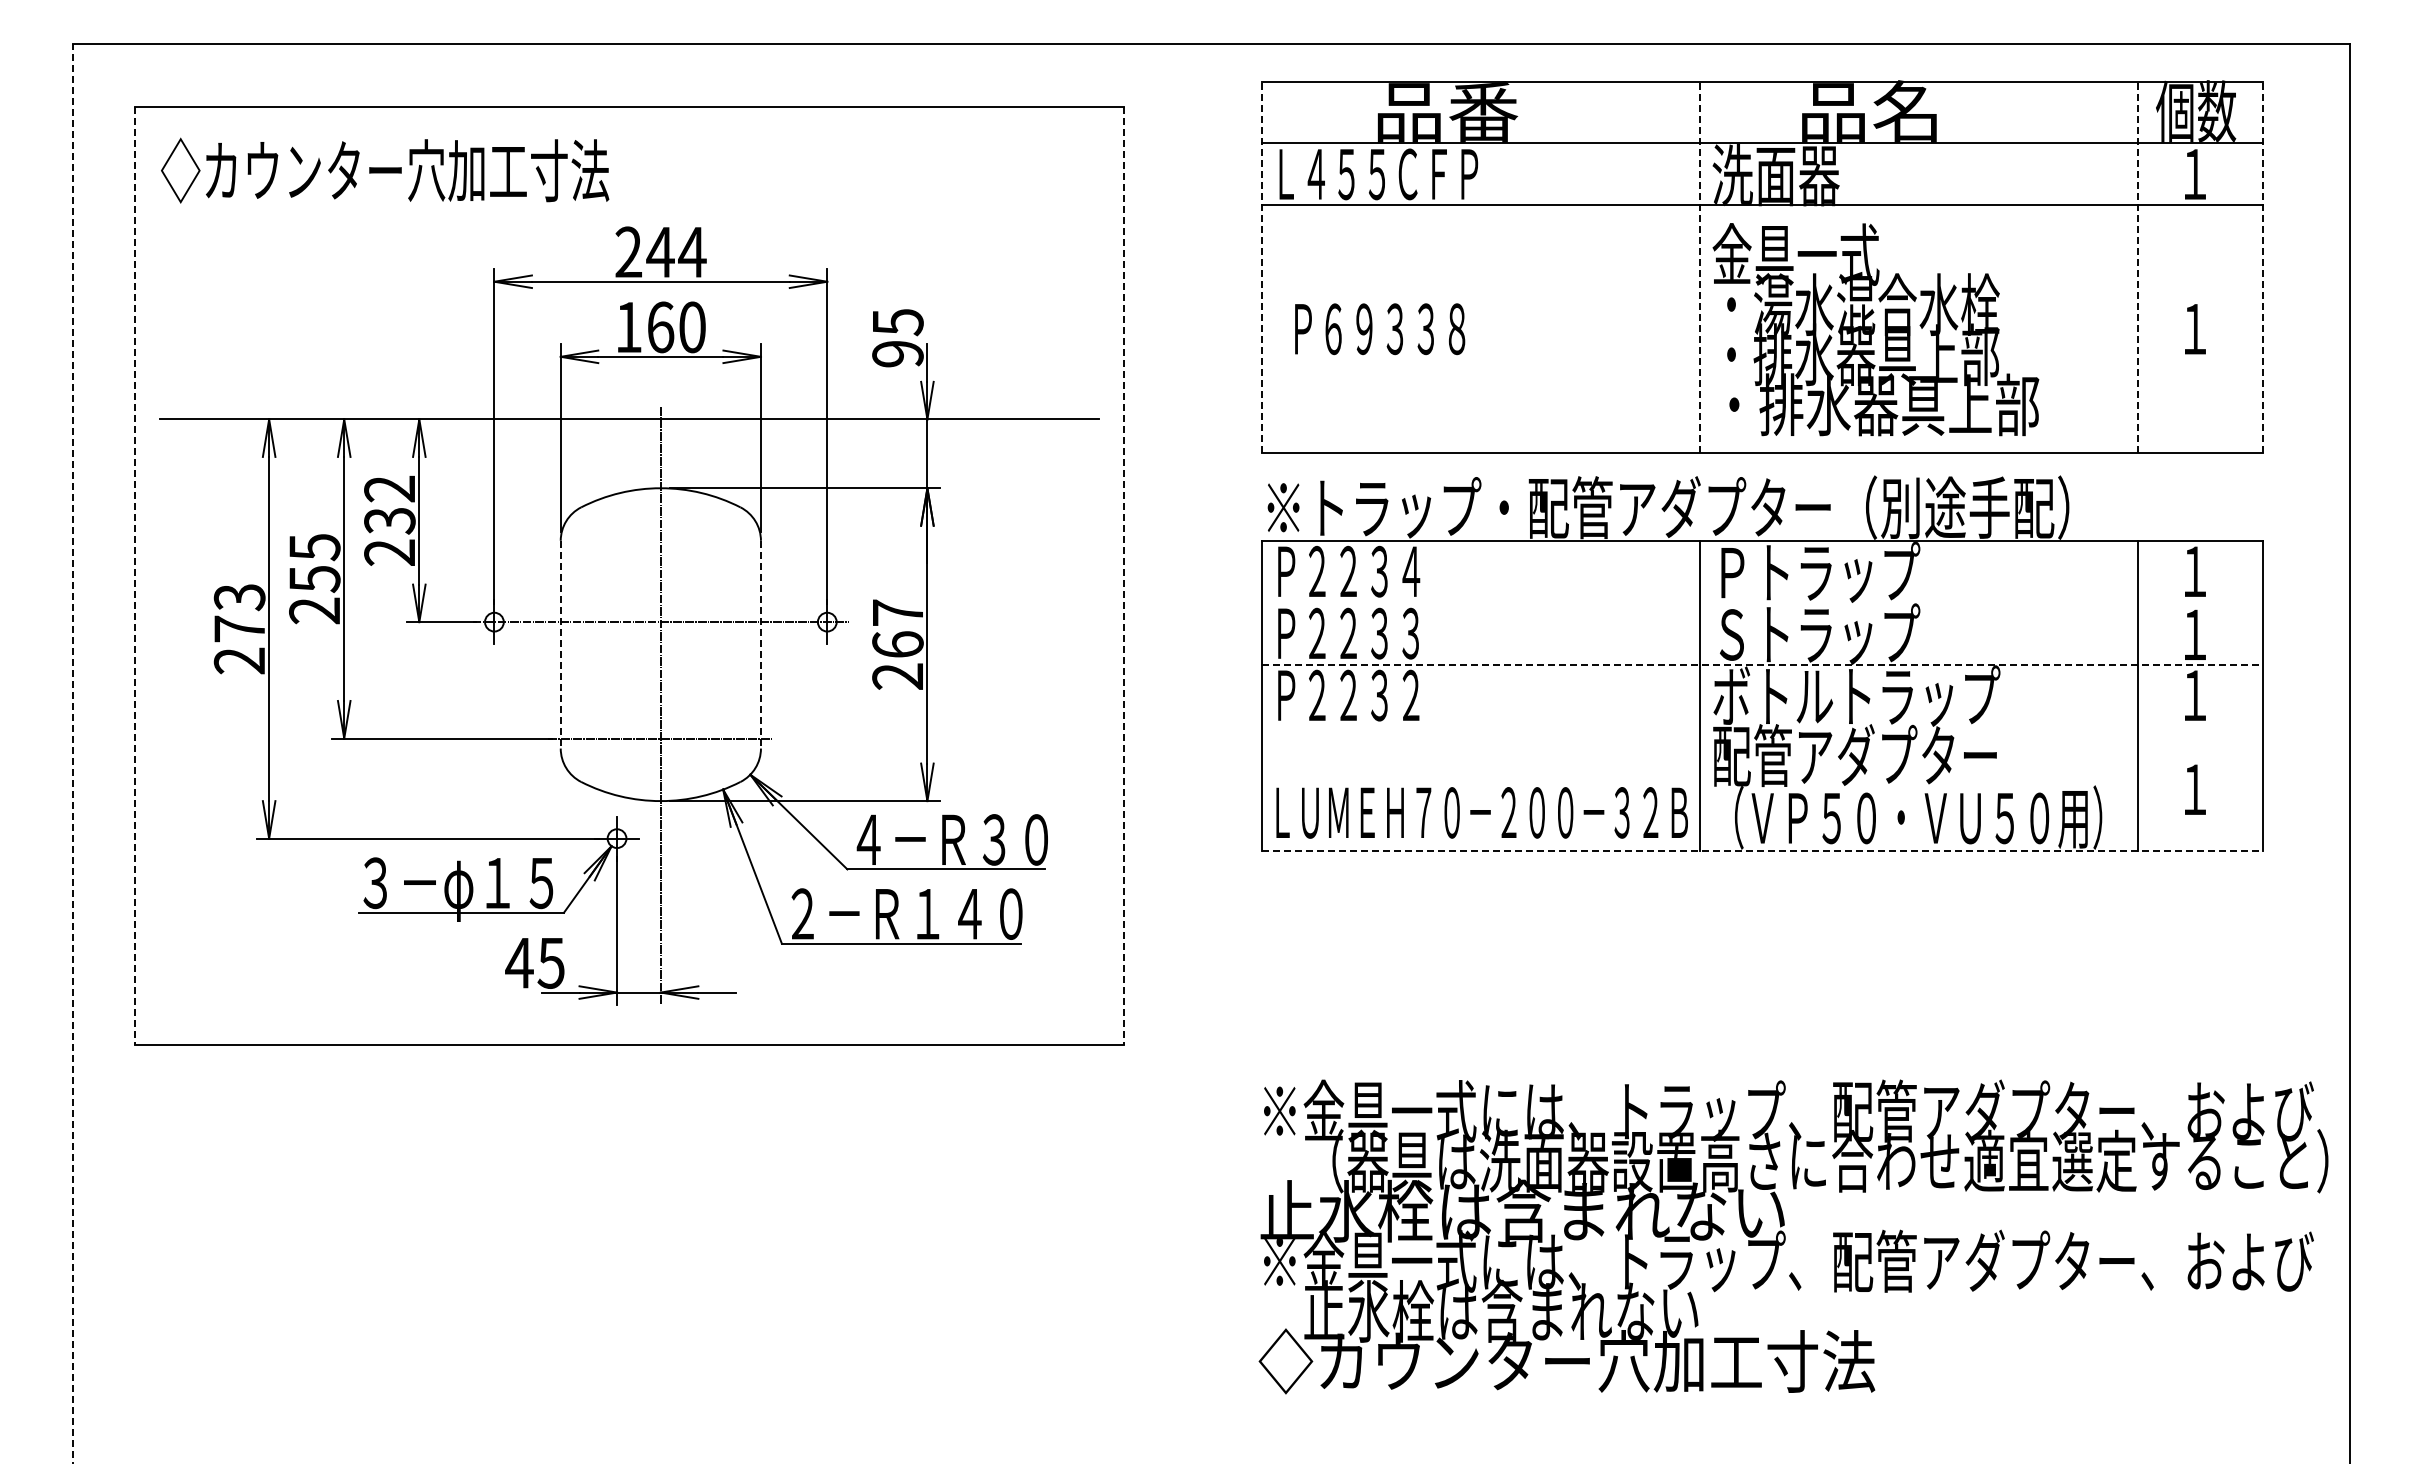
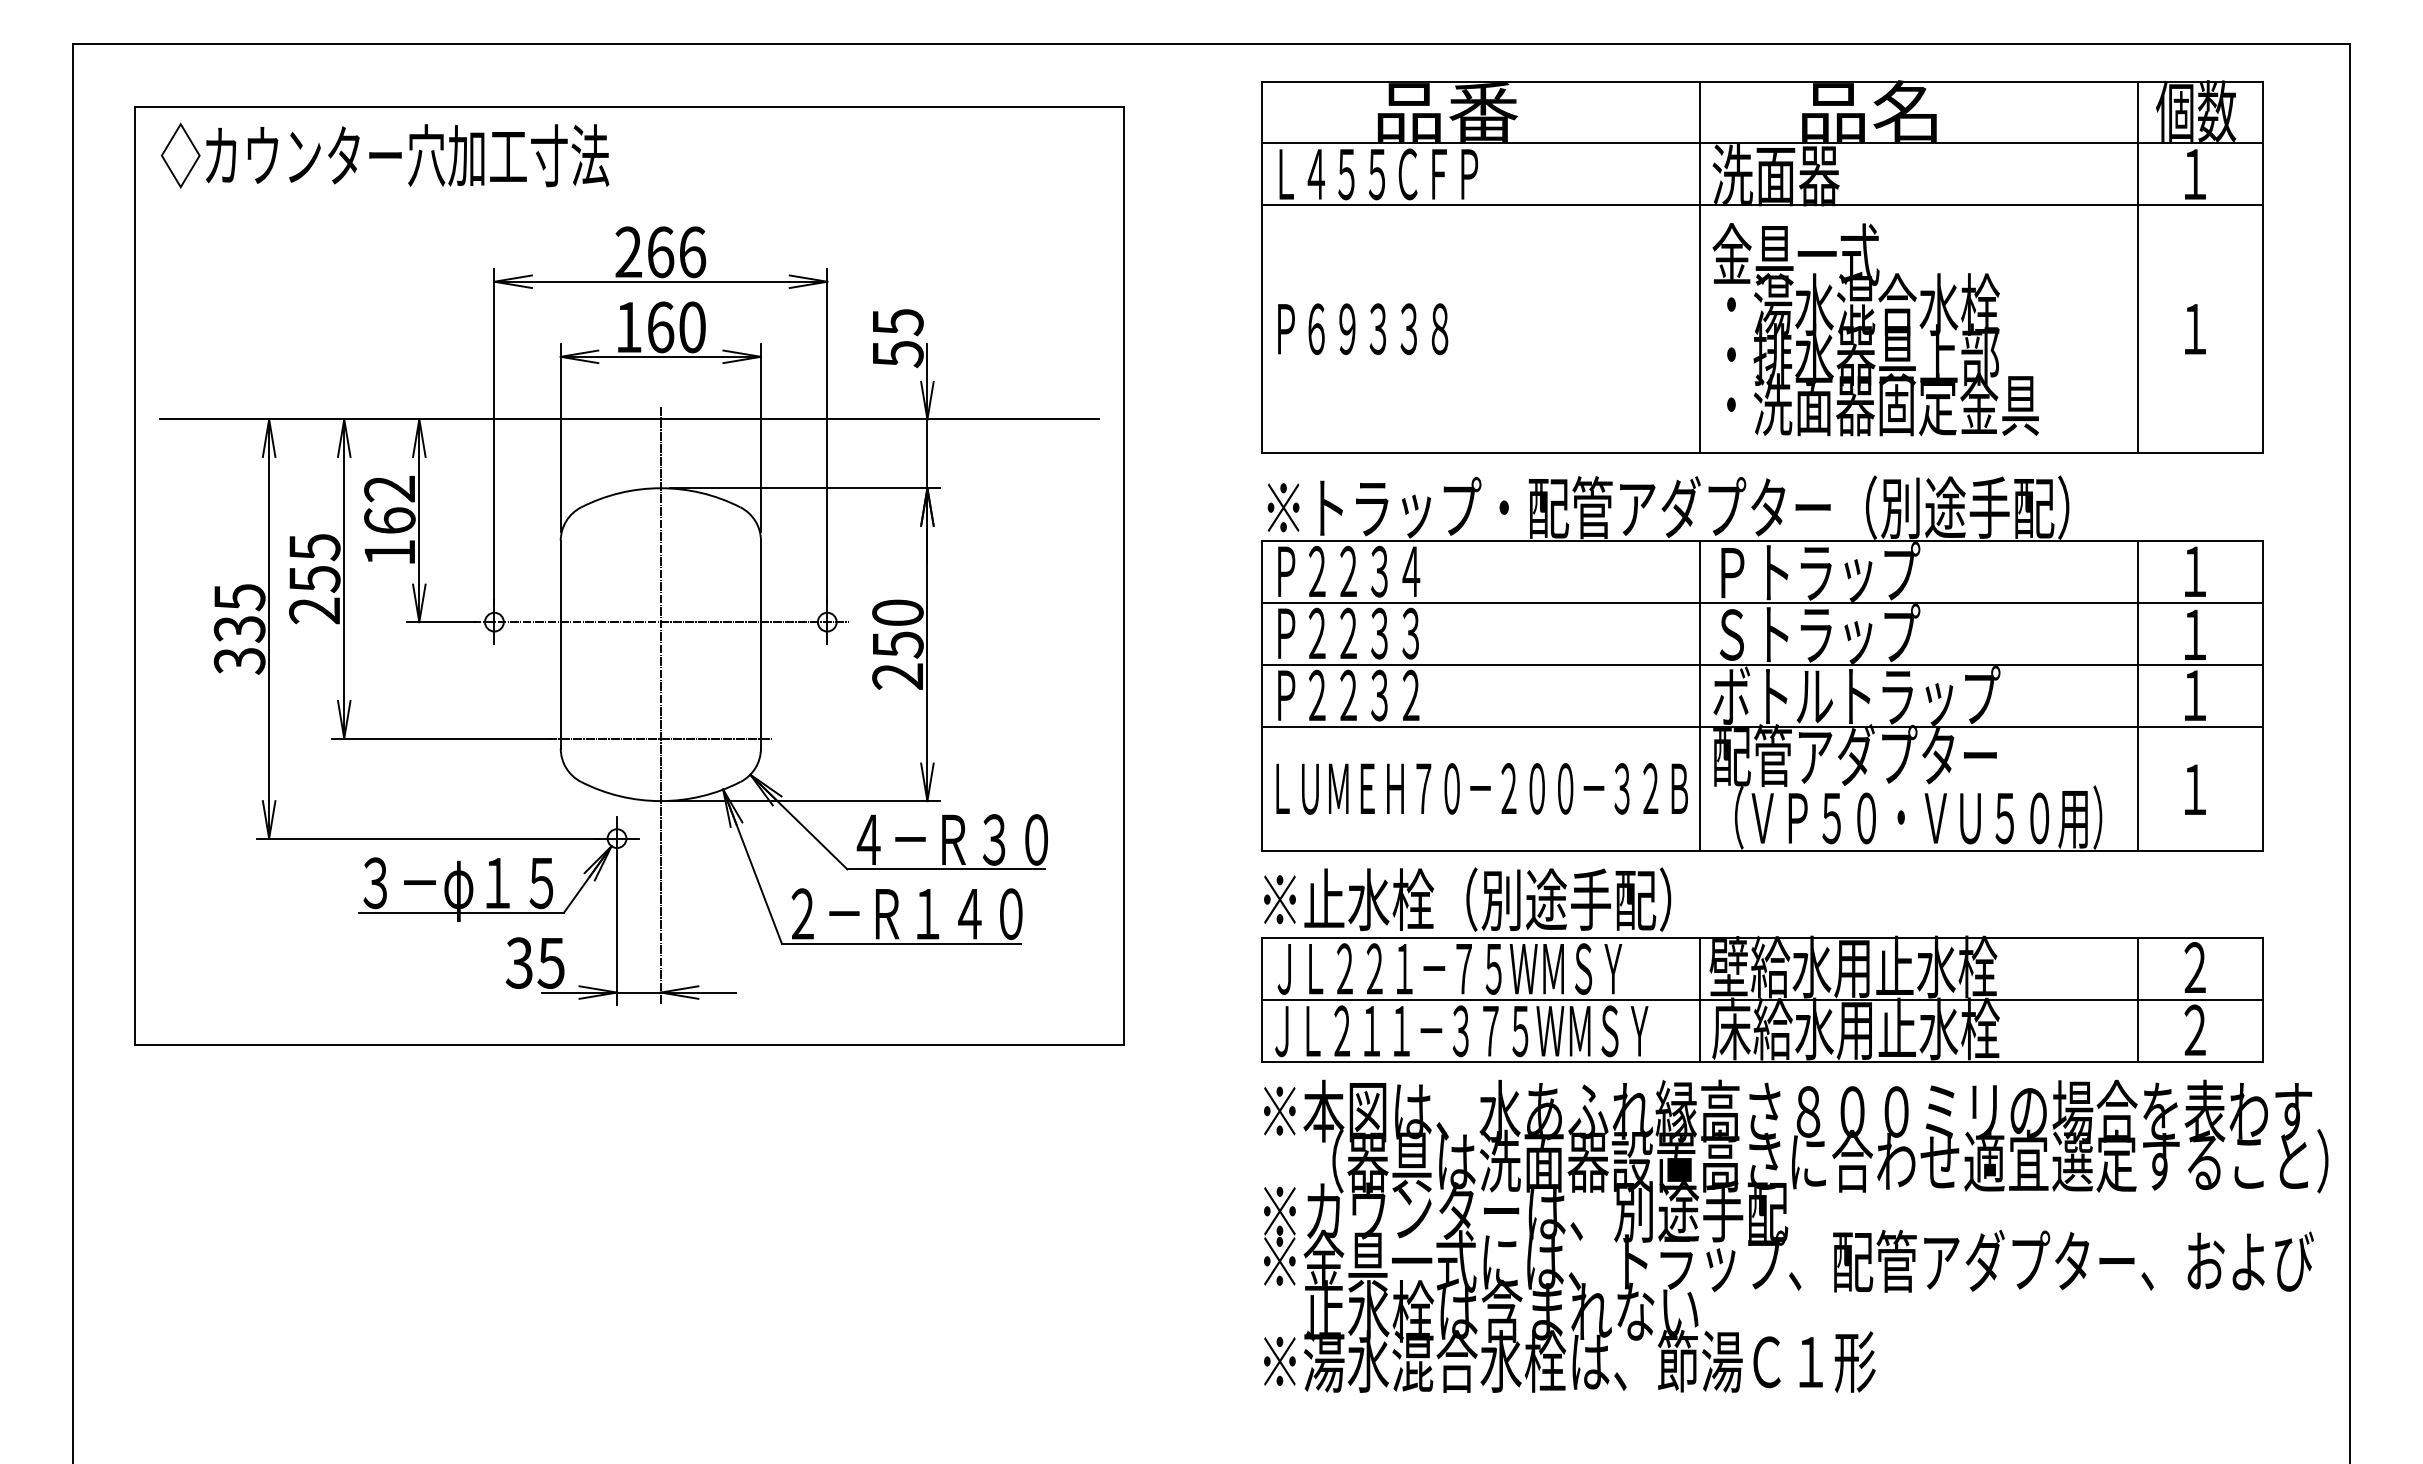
text at (385, 170) position: (385, 170) -> (385, 155)
text at (676, 252): 244 -> 266
line at (1261, 267): dashed -> solid
line at (1699, 267): dashed -> solid
line at (2137, 267): dashed -> solid
line at (2262, 267): dashed -> solid
text at (1380, 329) position: (1380, 329) -> (1363, 329)
text at (897, 354): 95 -> 55
text at (1883, 404): ・排水器具上部 -> ・洗面器固定金具
text at (389, 536): 232 -> 162
line at (135, 576): dashed -> solid
line at (1123, 576): dashed -> solid
line at (1761, 602): none -> present
text at (897, 628): 267 -> 250
text at (239, 629): 273 -> 335
line at (560, 644): dashed -> solid
line at (760, 644): dashed -> solid
line at (1762, 664): dashed -> solid
line at (1761, 726): none -> present
line at (72, 753): dashed -> solid
text at (1481, 812) position: (1481, 812) -> (1481, 788)
line at (1762, 850): dashed -> solid
text at (519, 962): 45 -> 35
part at (1762, 964): none -> present
text at (1808, 1110): ※金具一式には、トラップ、配管アダプター、および -> ※本図は、水あふれ縁高さ８００ミリの場合を表わす
text at (1524, 1210): 止水栓は含まれない -> ※カウンターは、別途手配
text at (1566, 1361): ◇カウンター穴加工寸法 -> ※湯水混合水栓は、節湯Ｃ１形
